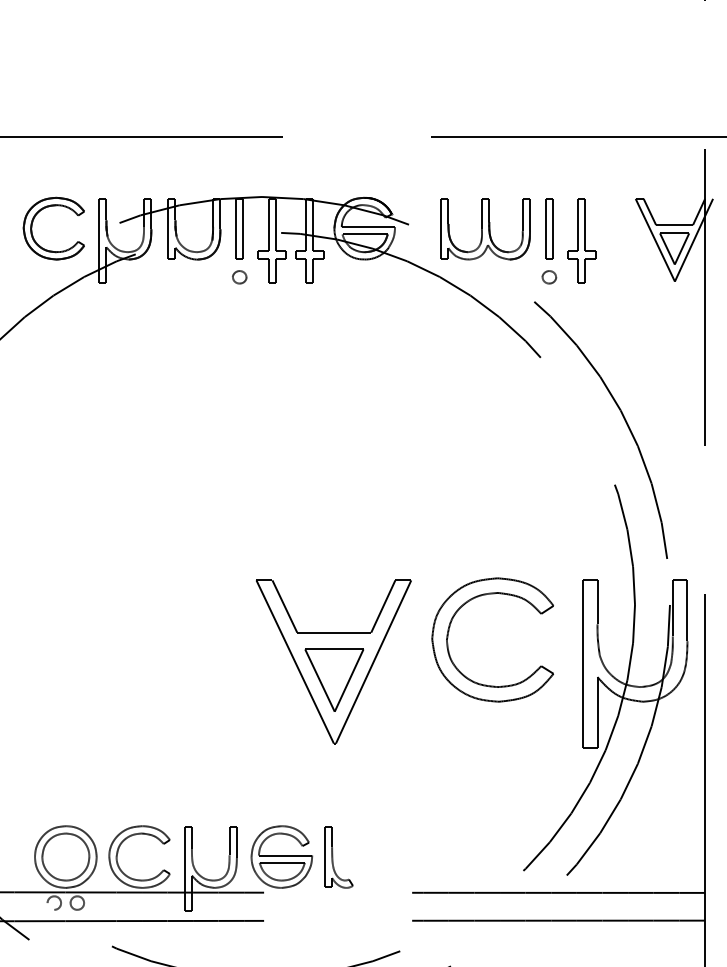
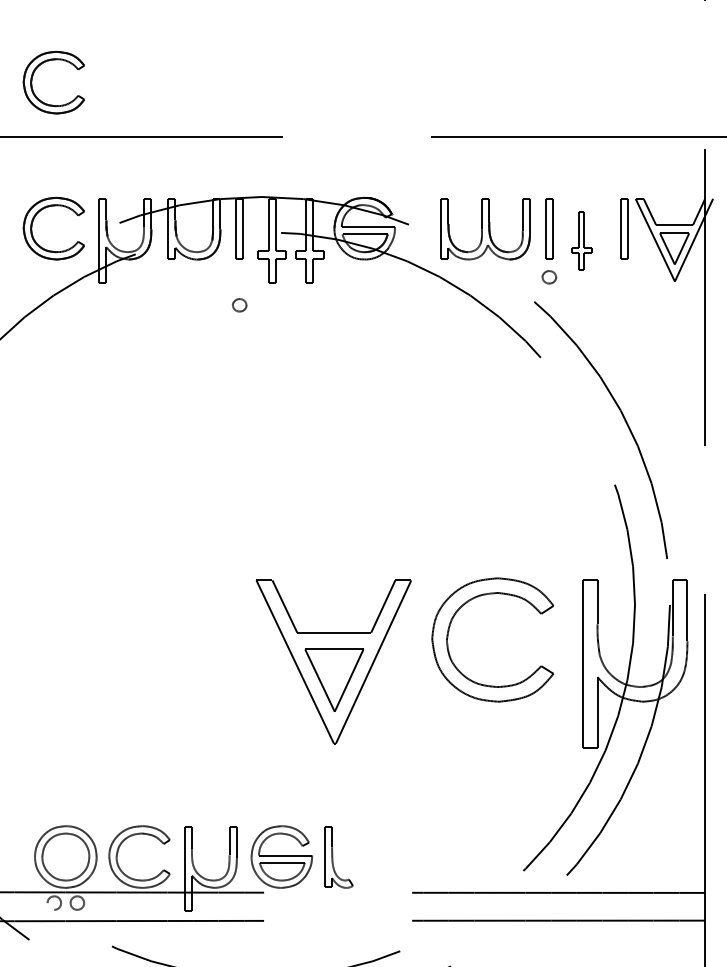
part at (33, 76): none -> present
part at (624, 228): none -> present
part at (581, 240) size: 30x86 px -> 22x60 px
part at (239, 277) position: (239, 277) -> (239, 305)
